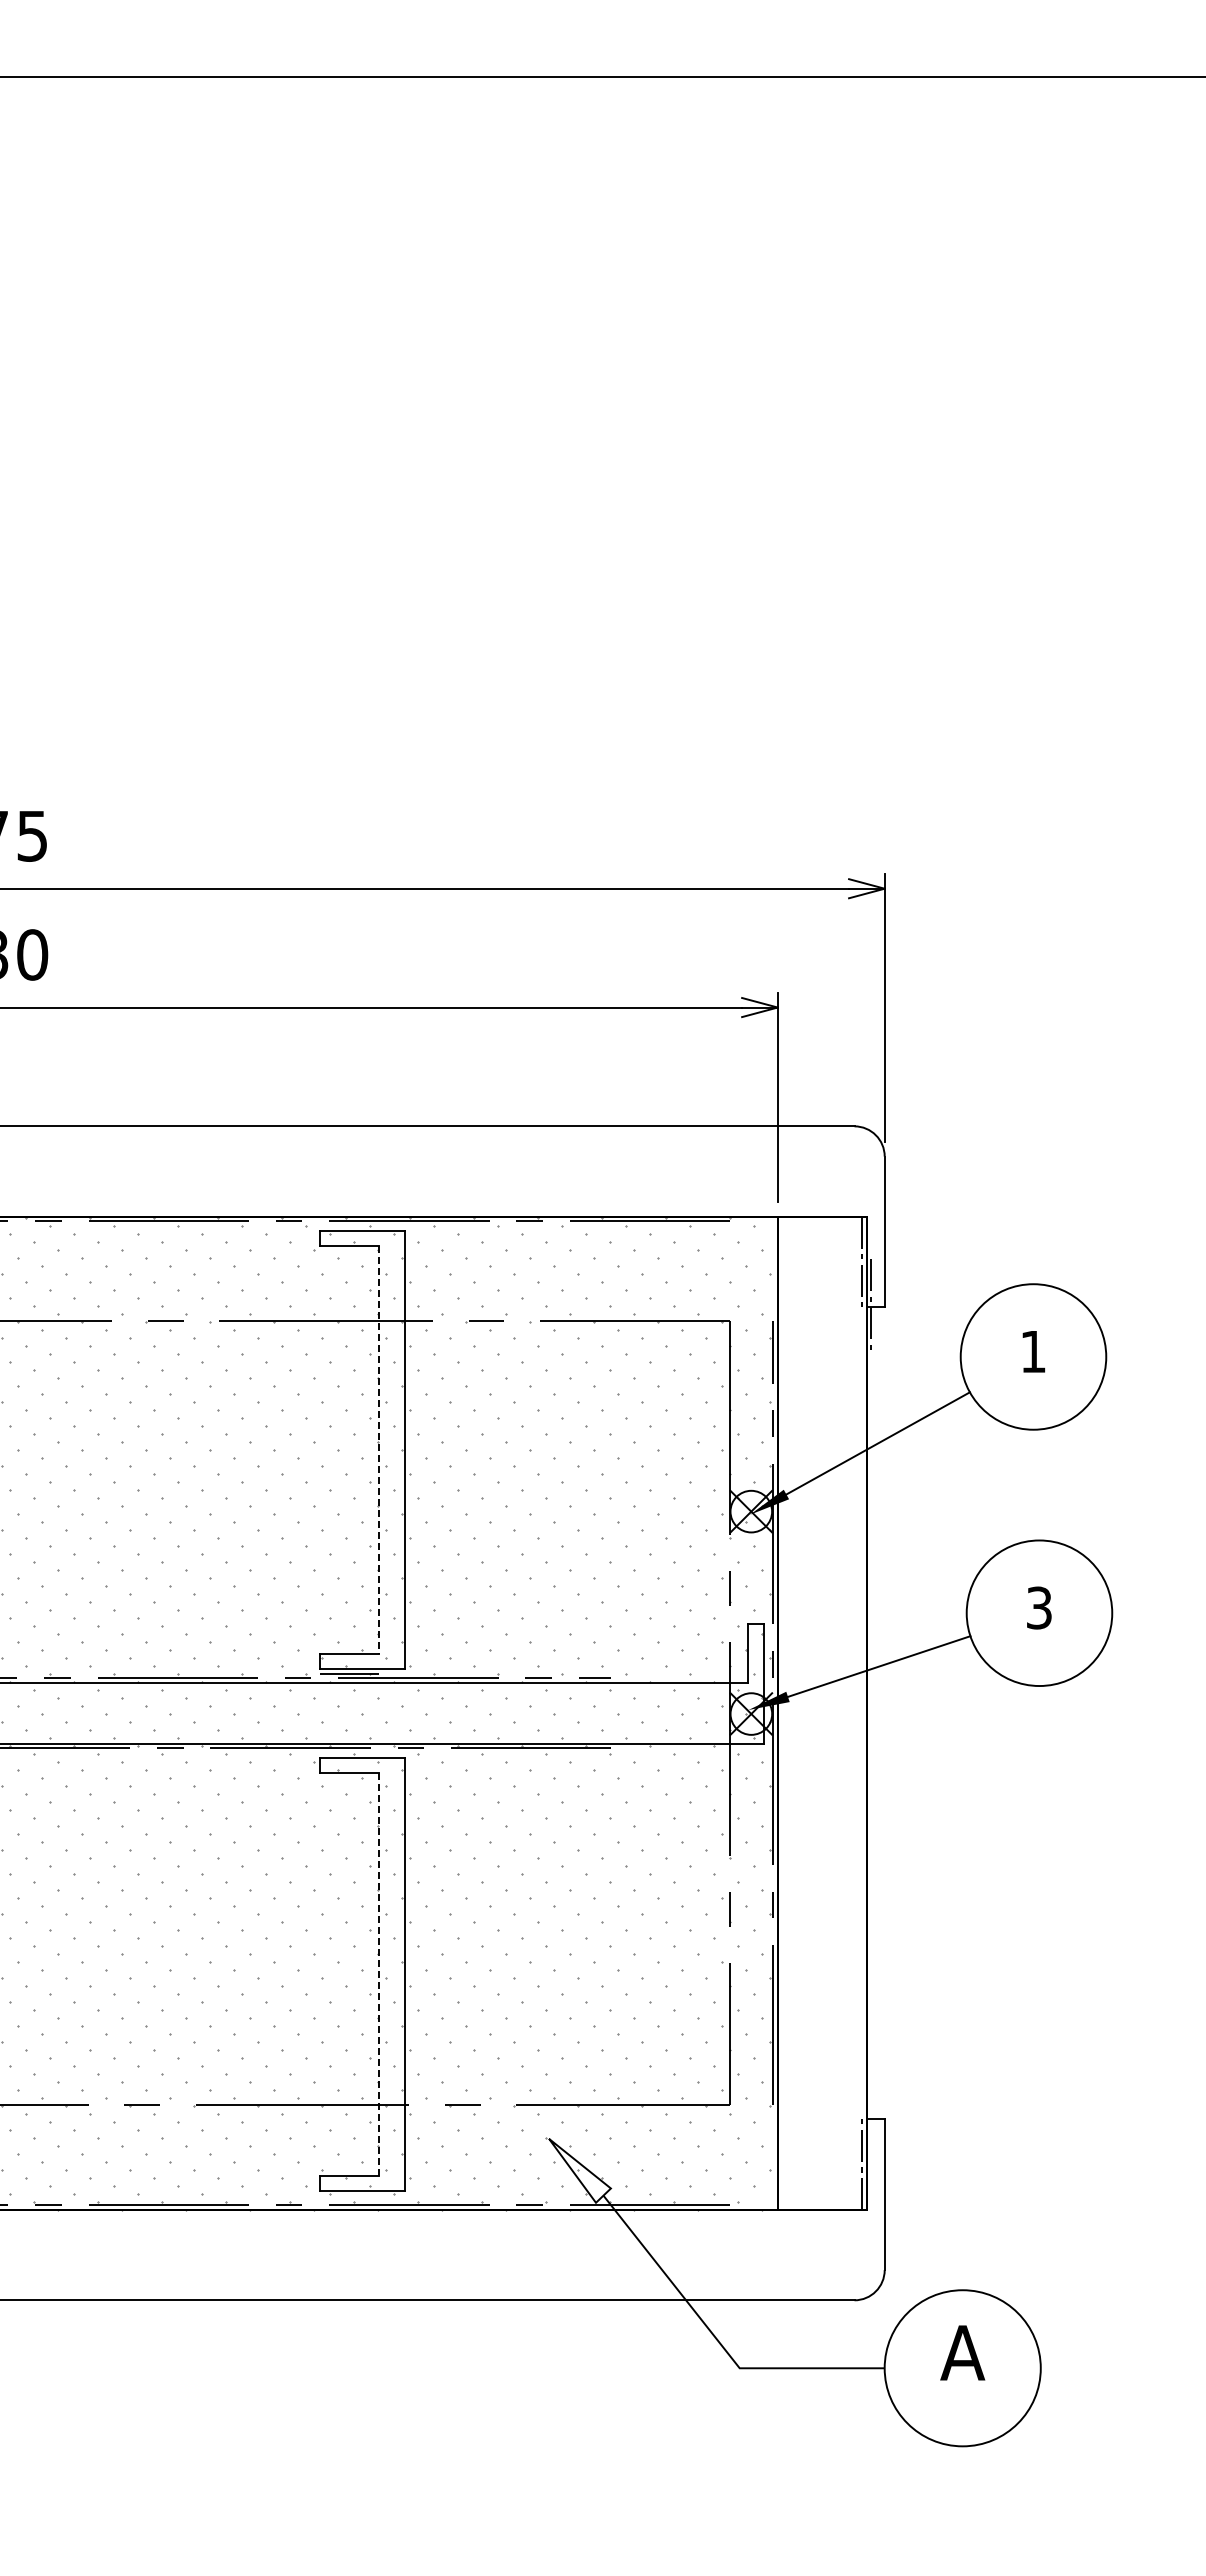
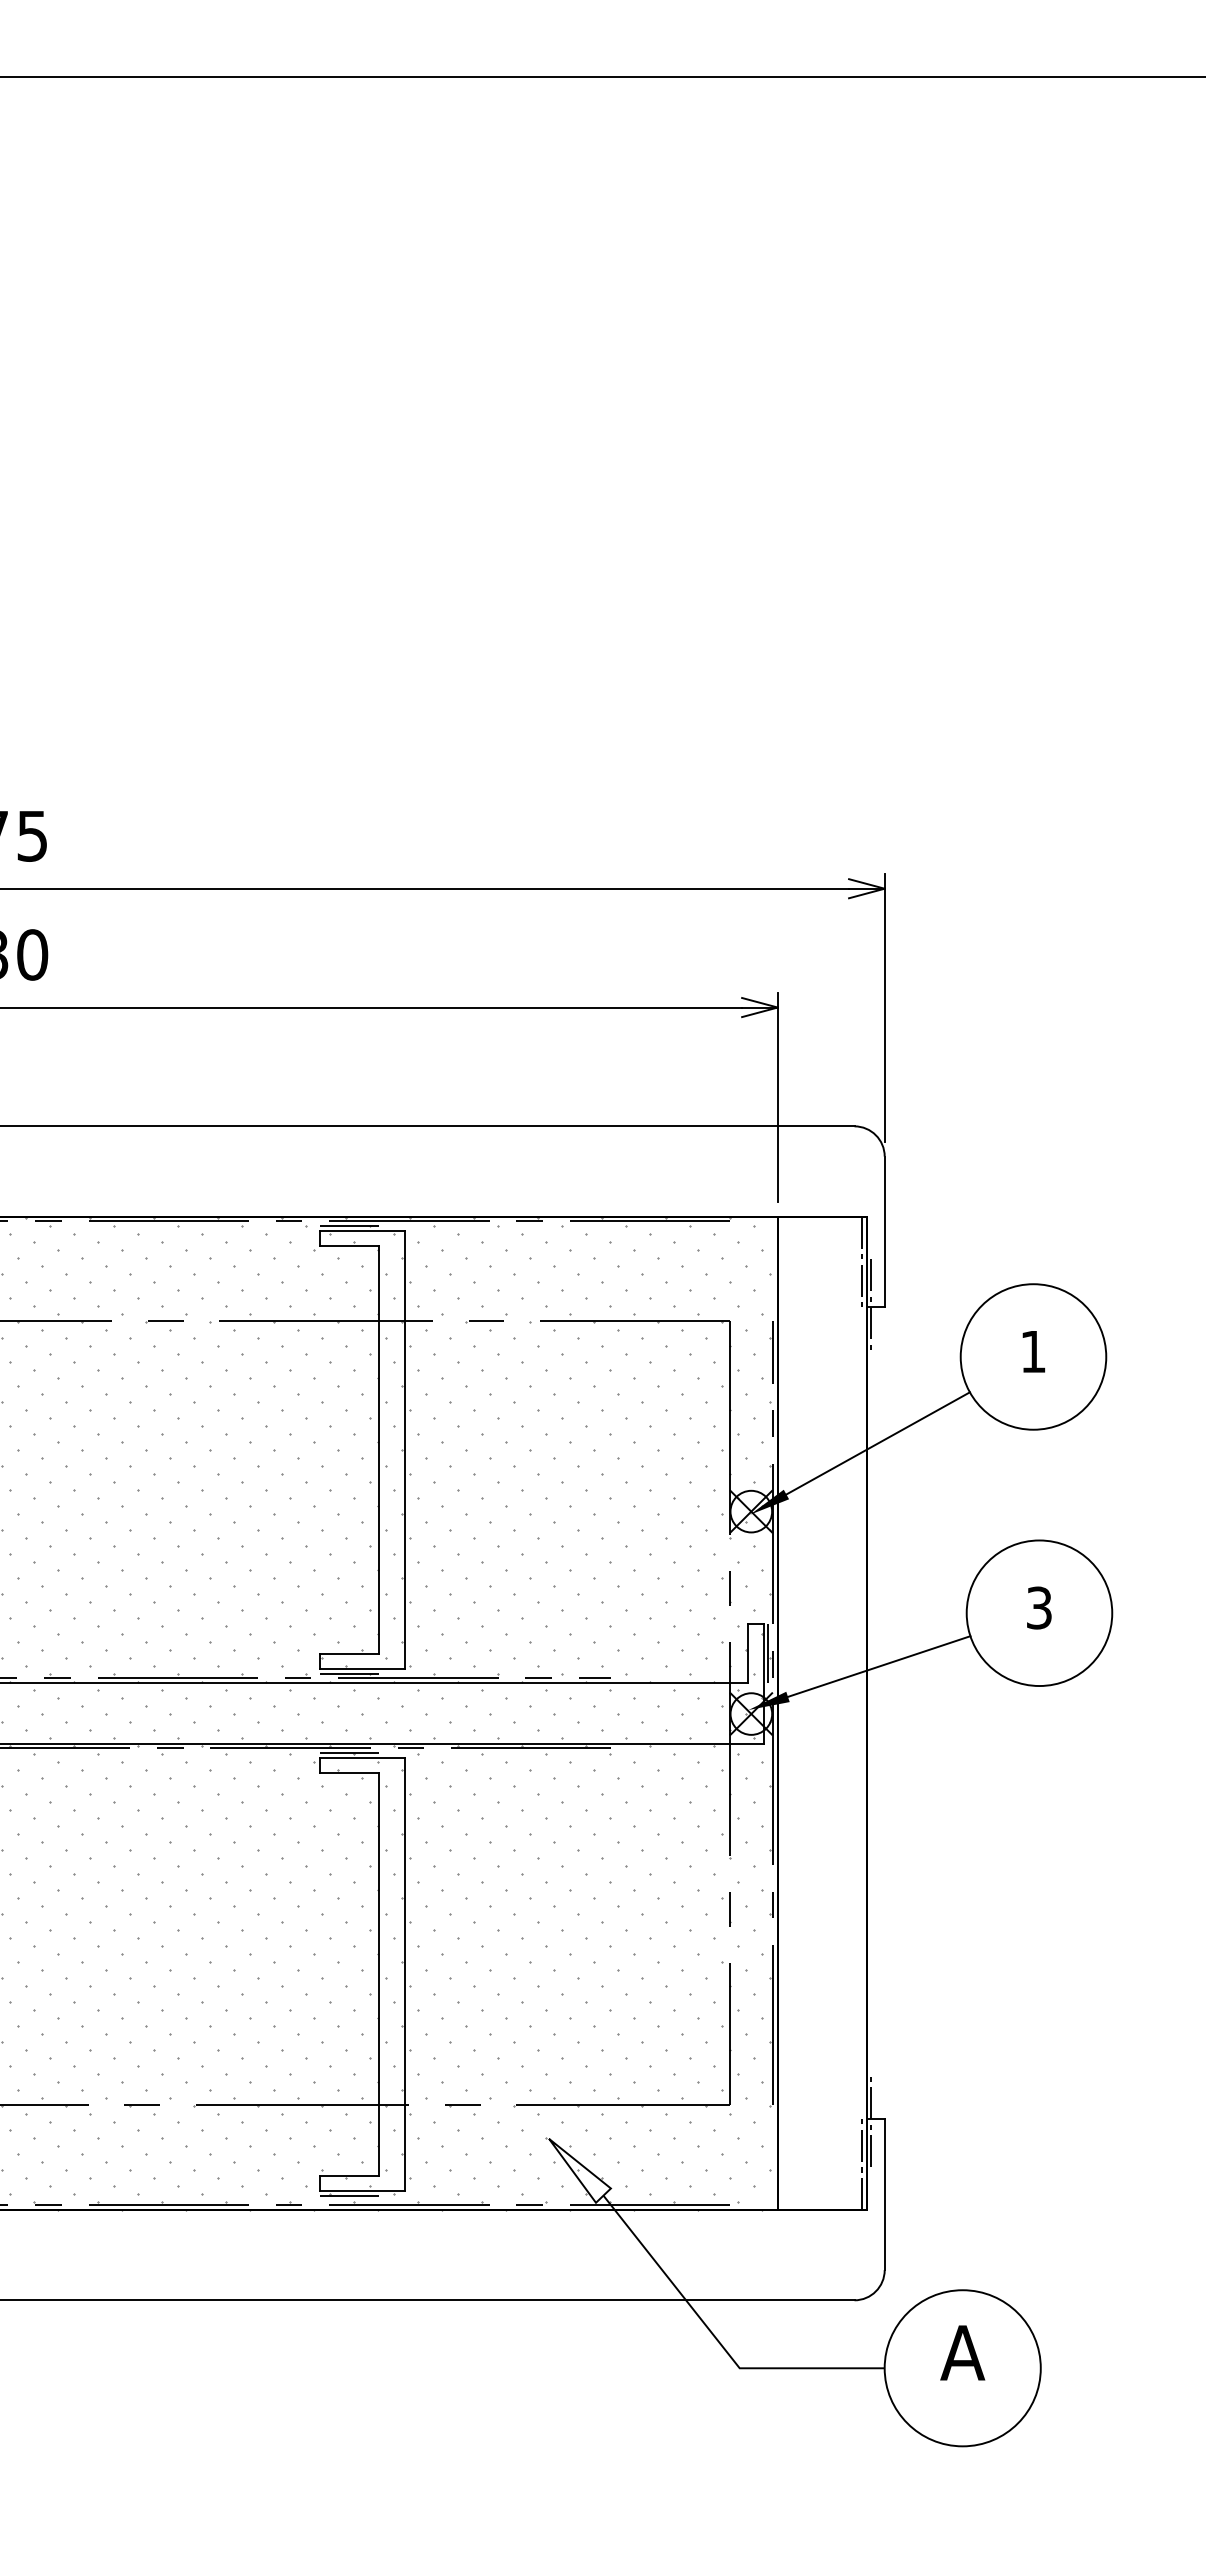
line at (349, 1226): none -> present
line at (378, 1449): dashed -> solid
line at (768, 1653): none -> present
line at (349, 1753): none -> present
line at (378, 1974): dashed -> solid
line at (871, 2121): none -> present
line at (349, 2195): none -> present
